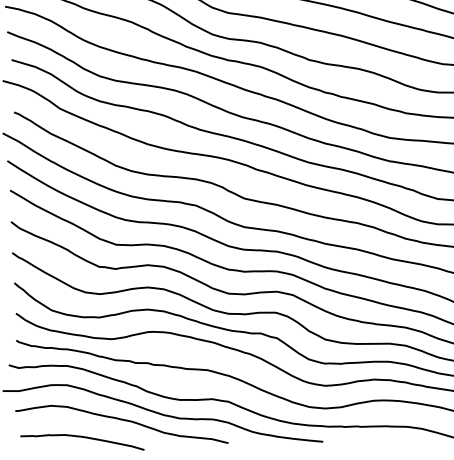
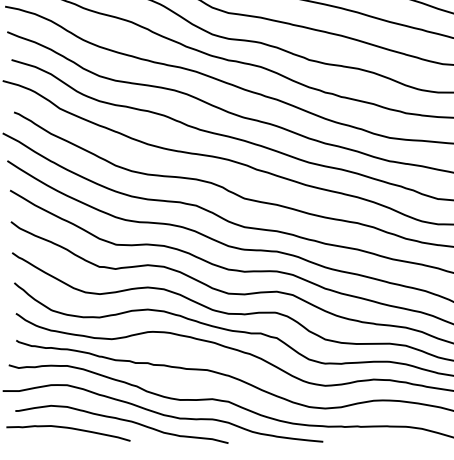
curve at (84, 438) position: (84, 438) -> (70, 429)
